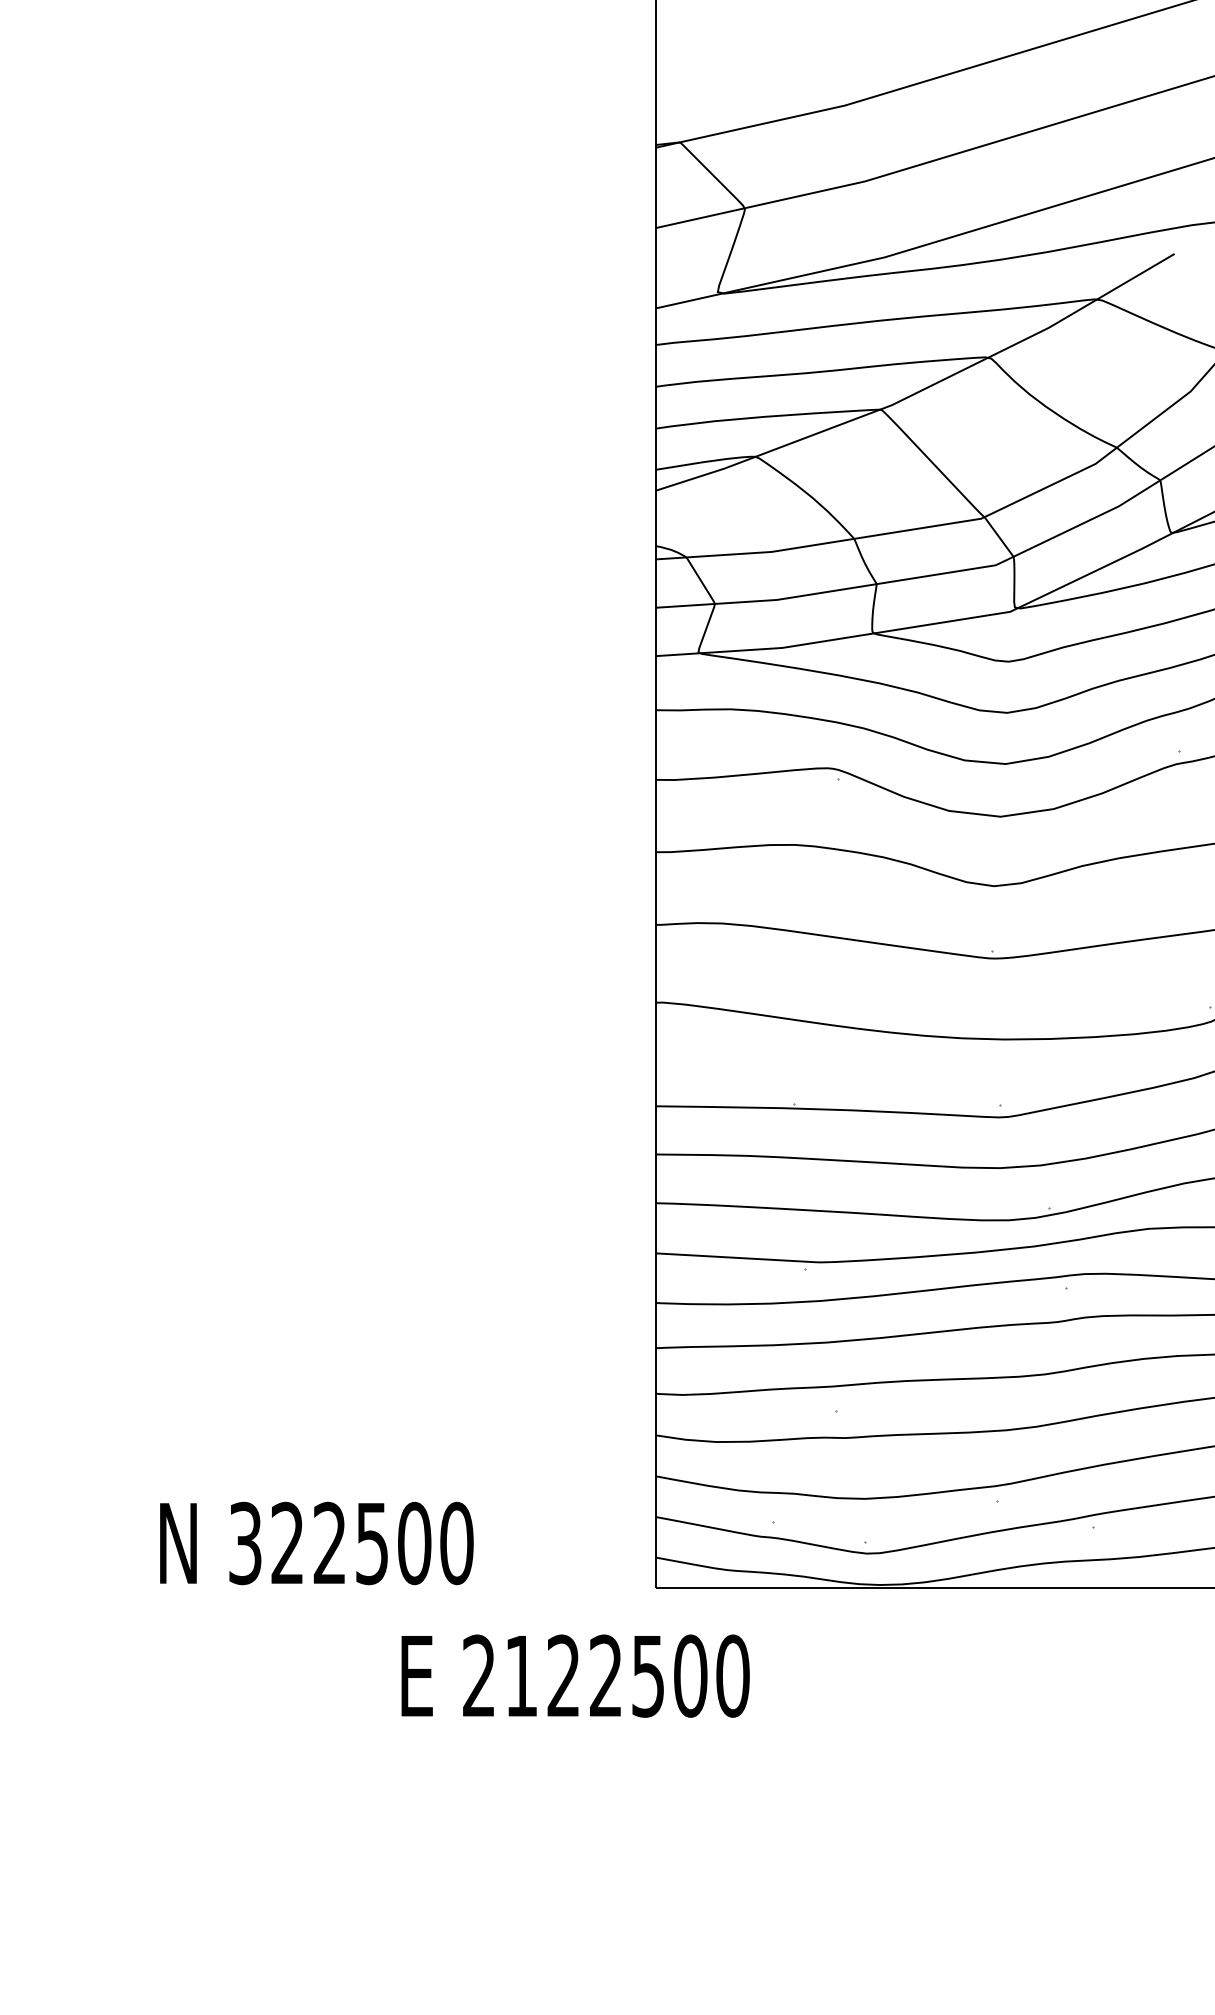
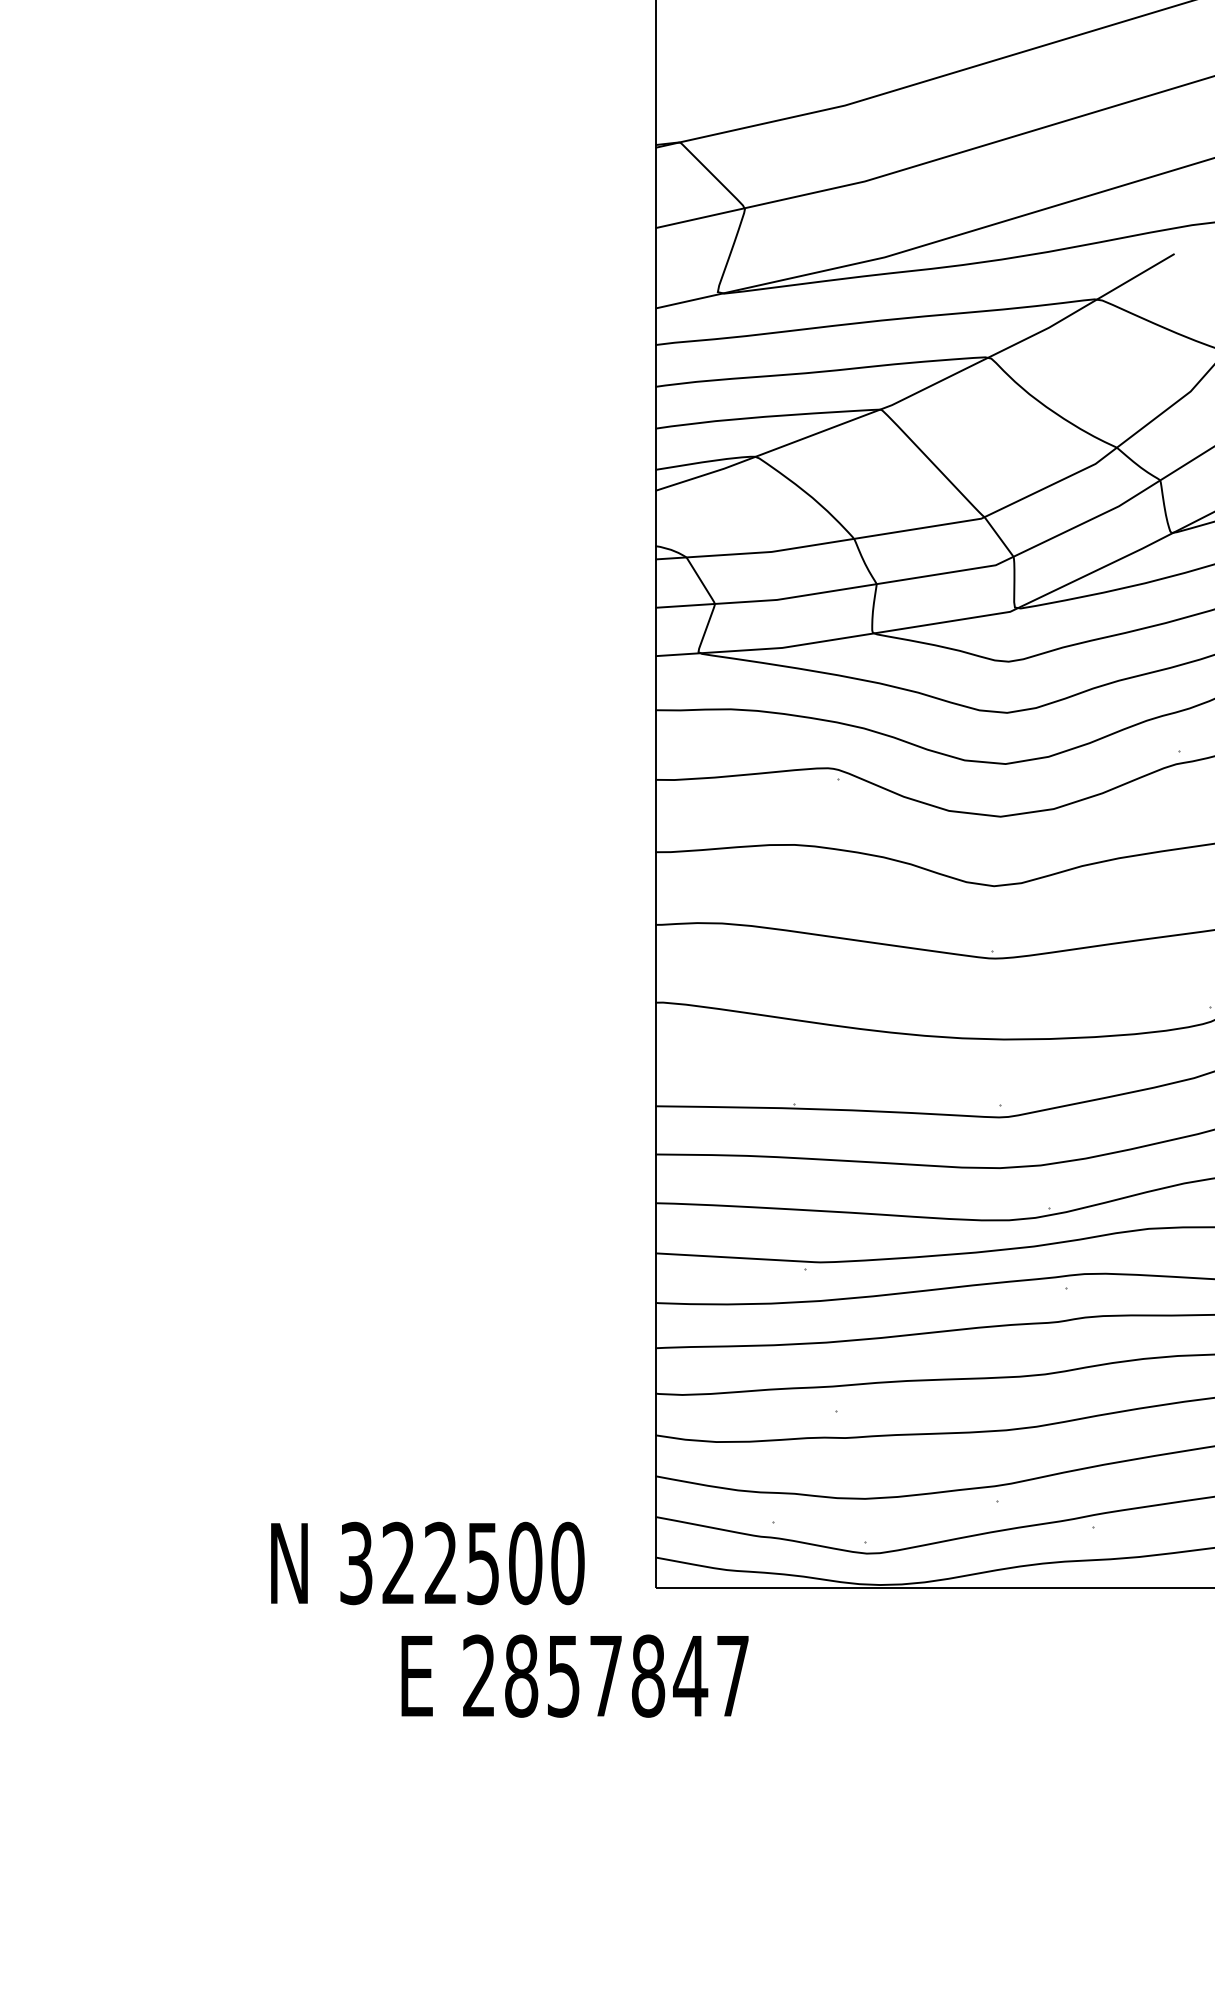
text at (316, 1543) position: (316, 1543) -> (427, 1563)
text at (627, 1675): 2122500 -> 2857847
